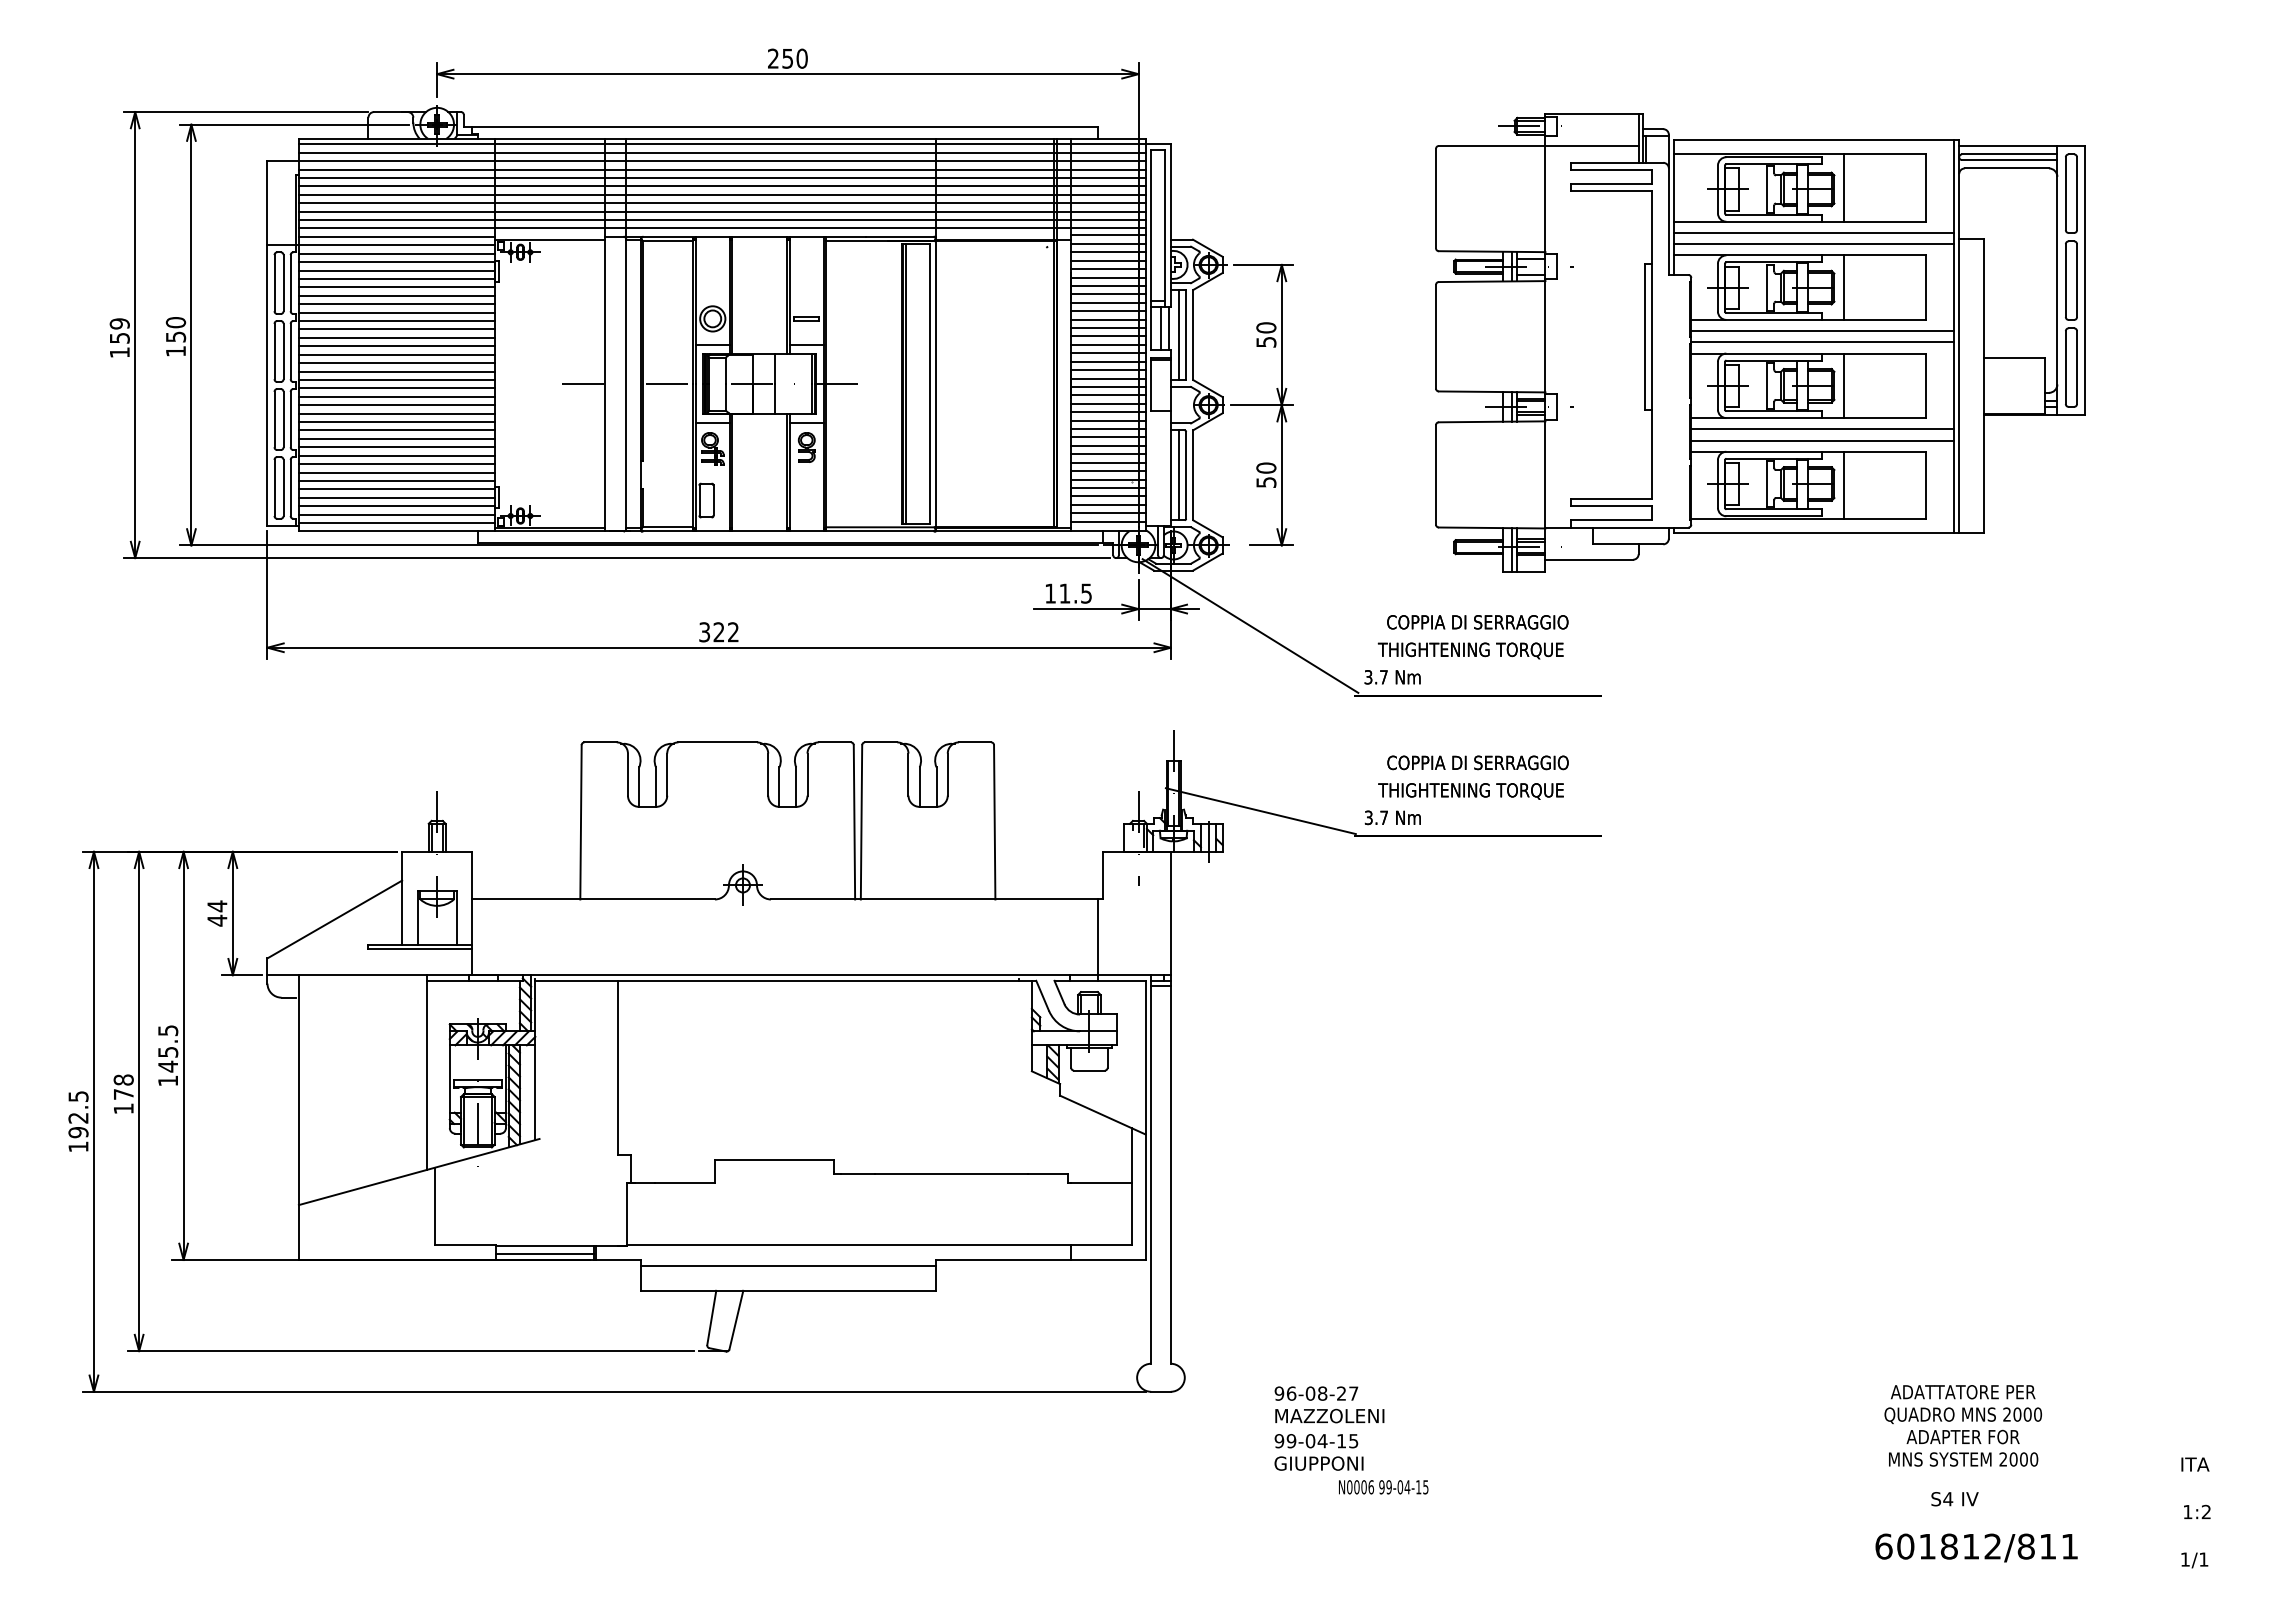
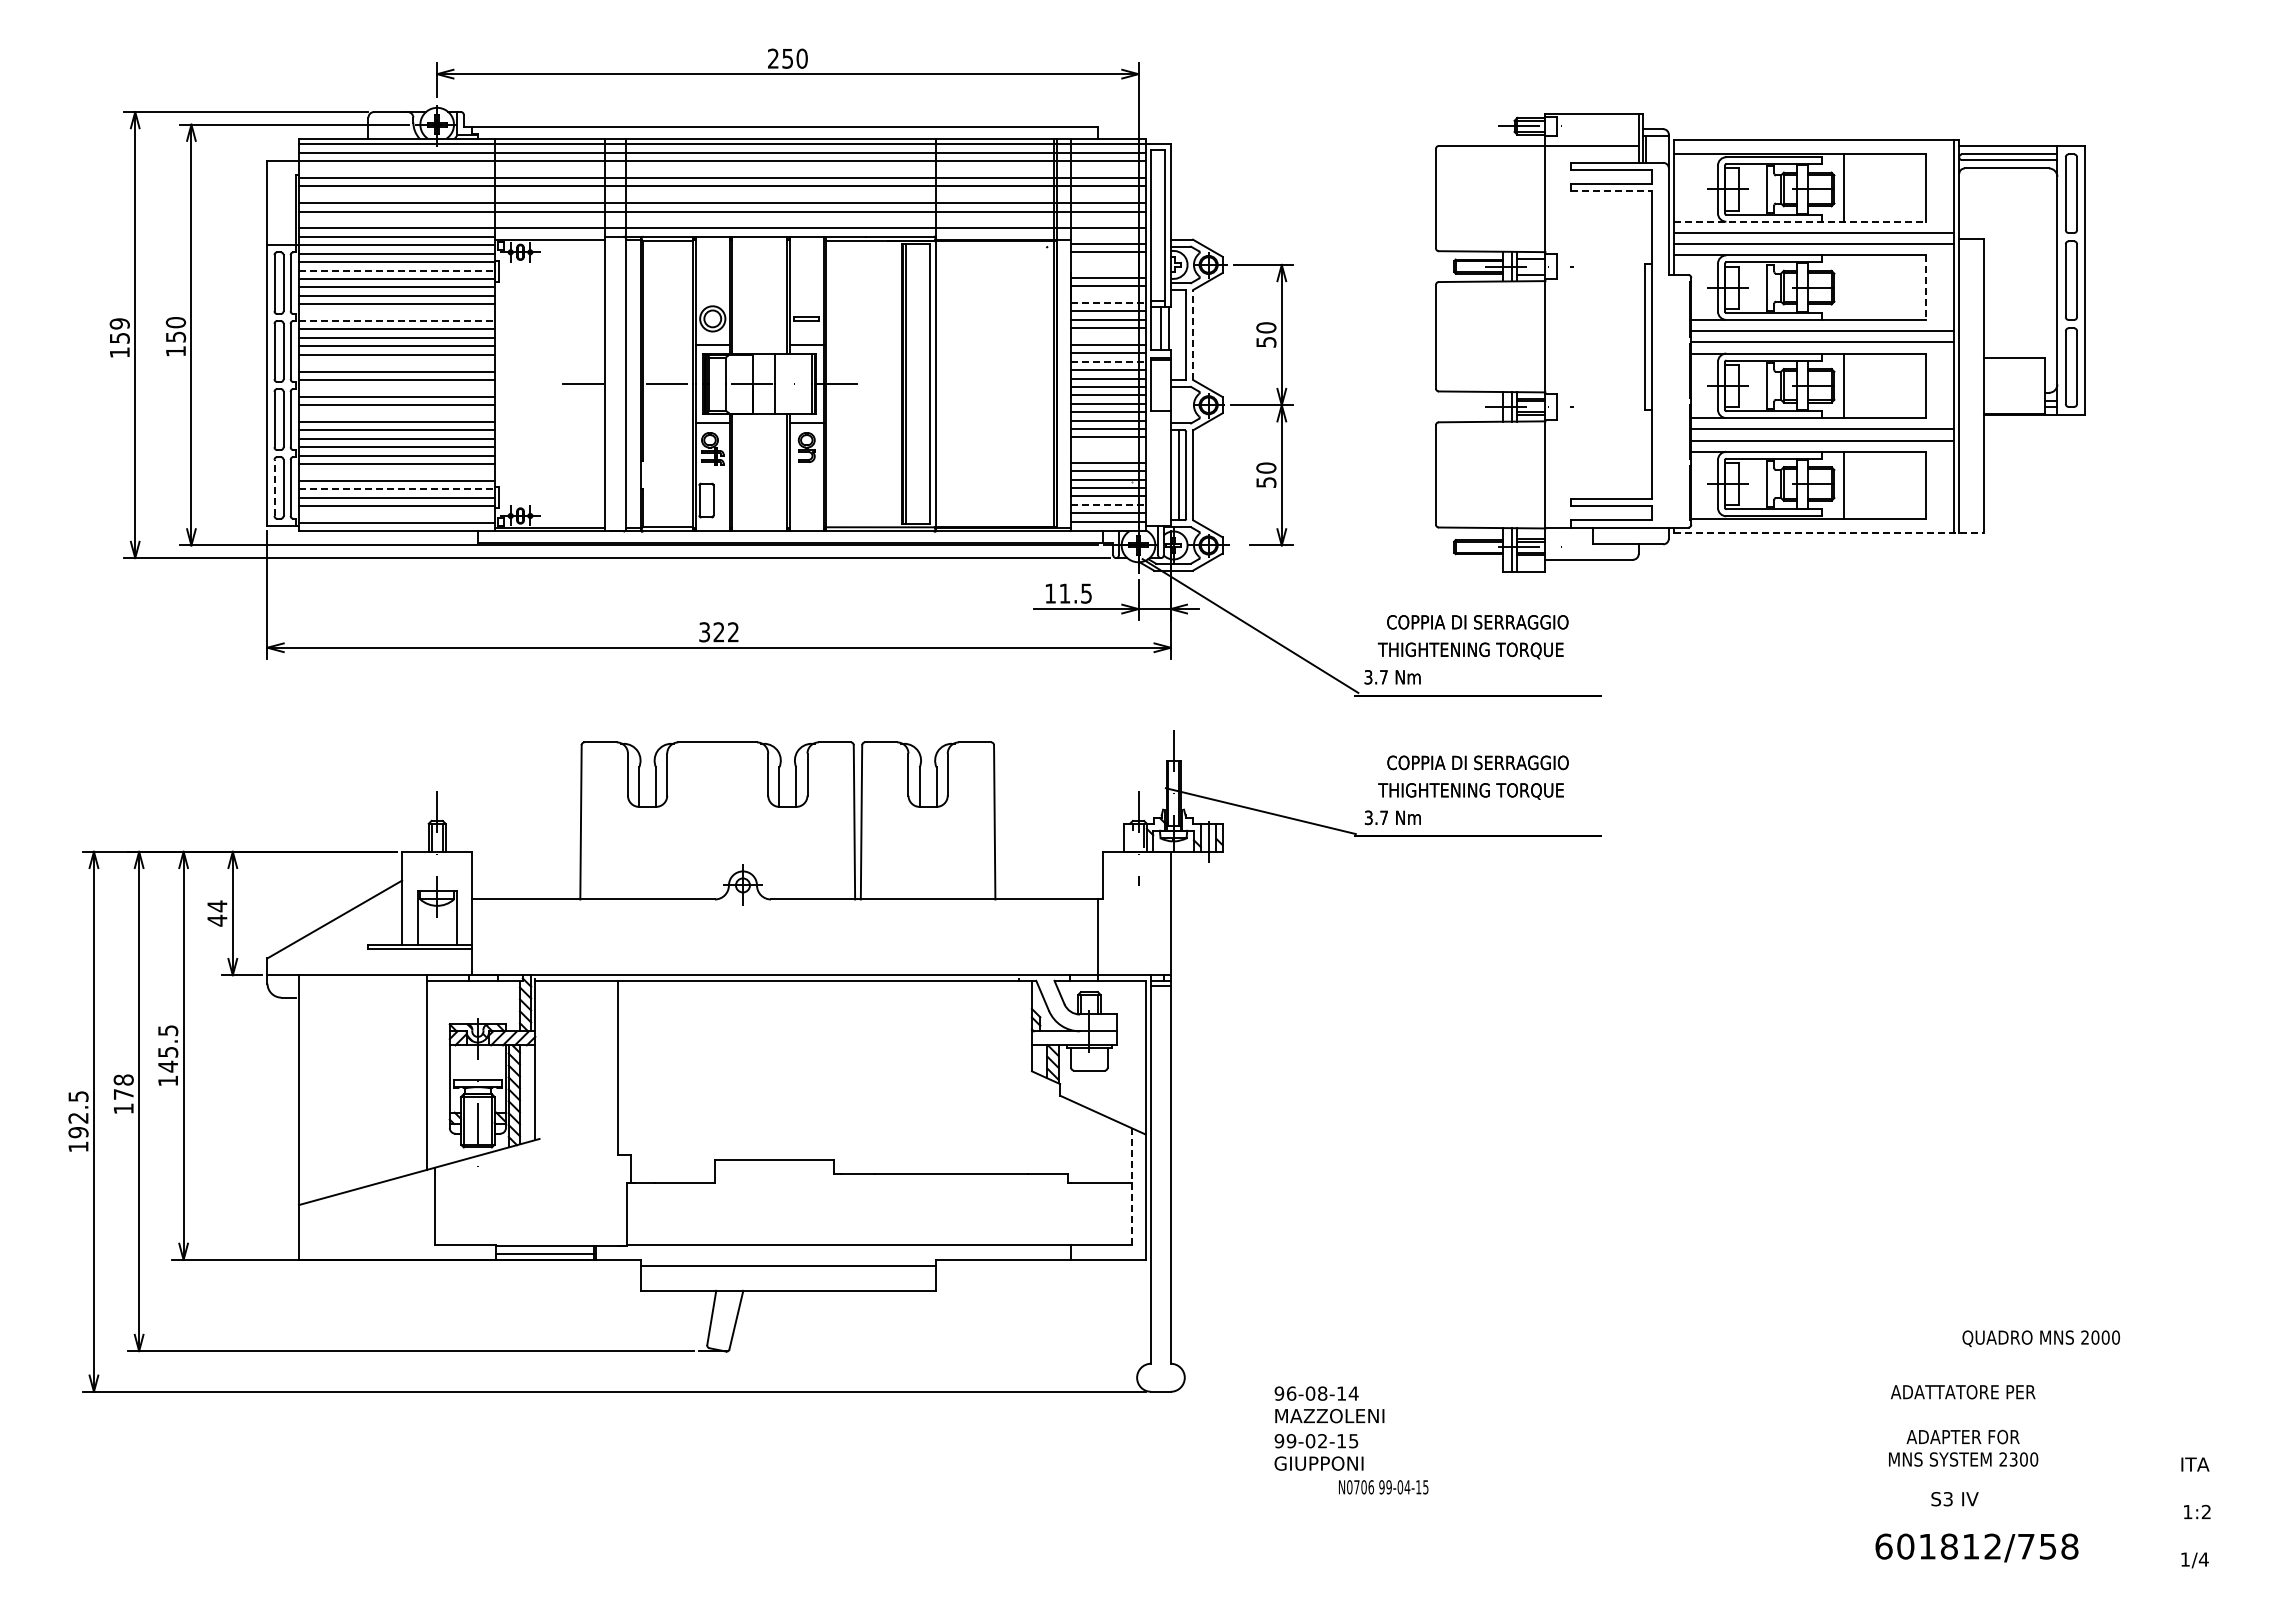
line at (721, 169): present -> none
line at (1611, 190): solid -> dashed
line at (721, 194): present -> none
line at (721, 220): present -> none
line at (1800, 221): solid -> dashed
line at (1108, 235): present -> none
line at (1108, 260): present -> none
line at (1108, 269): present -> none
line at (397, 270): solid -> dashed
line at (1844, 287): present -> none
line at (1925, 288): solid -> dashed
line at (1108, 294): present -> none
line at (1108, 302): solid -> dashed
line at (396, 312): present -> none
line at (397, 321): solid -> dashed
line at (1178, 334): present -> none
line at (1193, 334): solid -> dashed
line at (1108, 336): present -> none
line at (1108, 361): solid -> dashed
line at (396, 363): present -> none
line at (396, 388): present -> none
line at (396, 413): present -> none
line at (1108, 445): present -> none
line at (1108, 454): present -> none
line at (396, 472): present -> none
line at (274, 487): solid -> dashed
line at (397, 489): solid -> dashed
line at (1108, 504): solid -> dashed
line at (396, 514): present -> none
line at (1829, 533): solid -> dashed
line at (1132, 1187): solid -> dashed
text at (1347, 1393): 96-08-27 -> 96-08-14
text at (1962, 1415) position: (1962, 1415) -> (2040, 1338)
text at (1322, 1441): 99-04-15 -> 99-02-15
text at (2013, 1459): 2000 -> 2300
text at (1356, 1487): N0006 -> N0706
text at (1948, 1499): S4 -> S3
text at (2047, 1546): 601812/811 -> 601812/758
text at (2203, 1559): 1/1 -> 1/4
